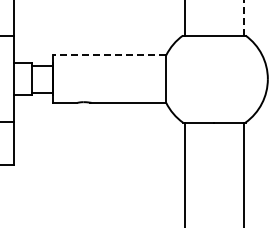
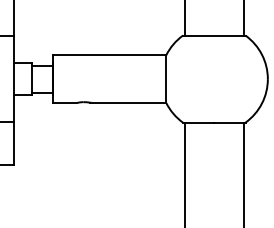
line at (244, 17): dashed -> solid
line at (109, 55): dashed -> solid
